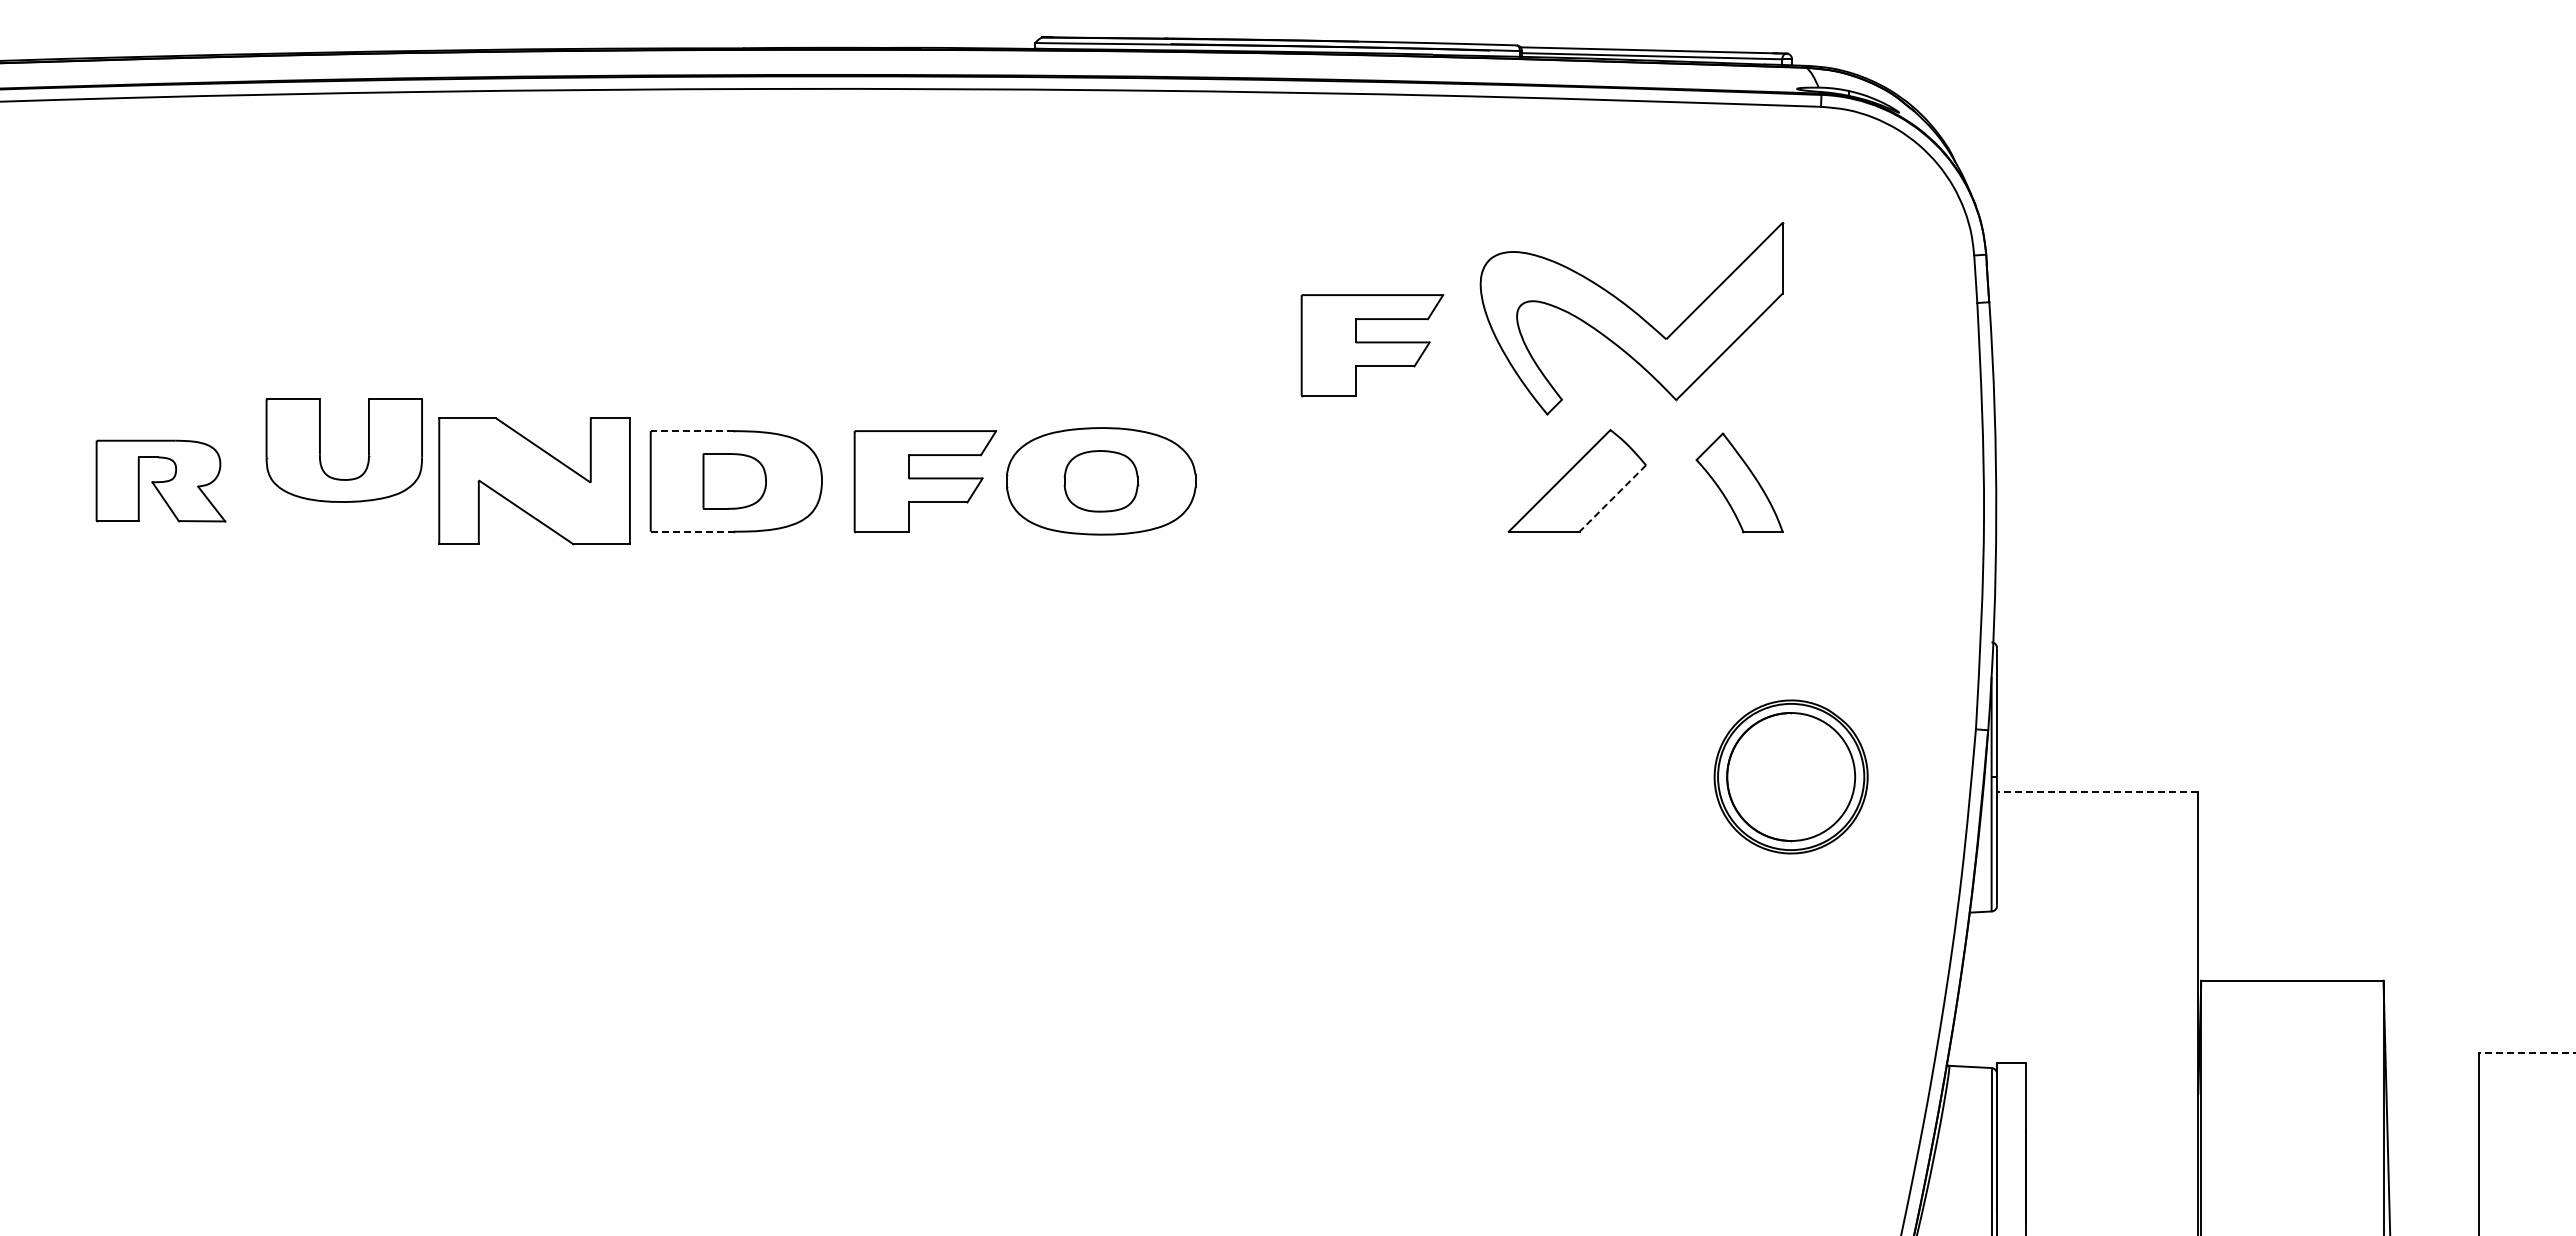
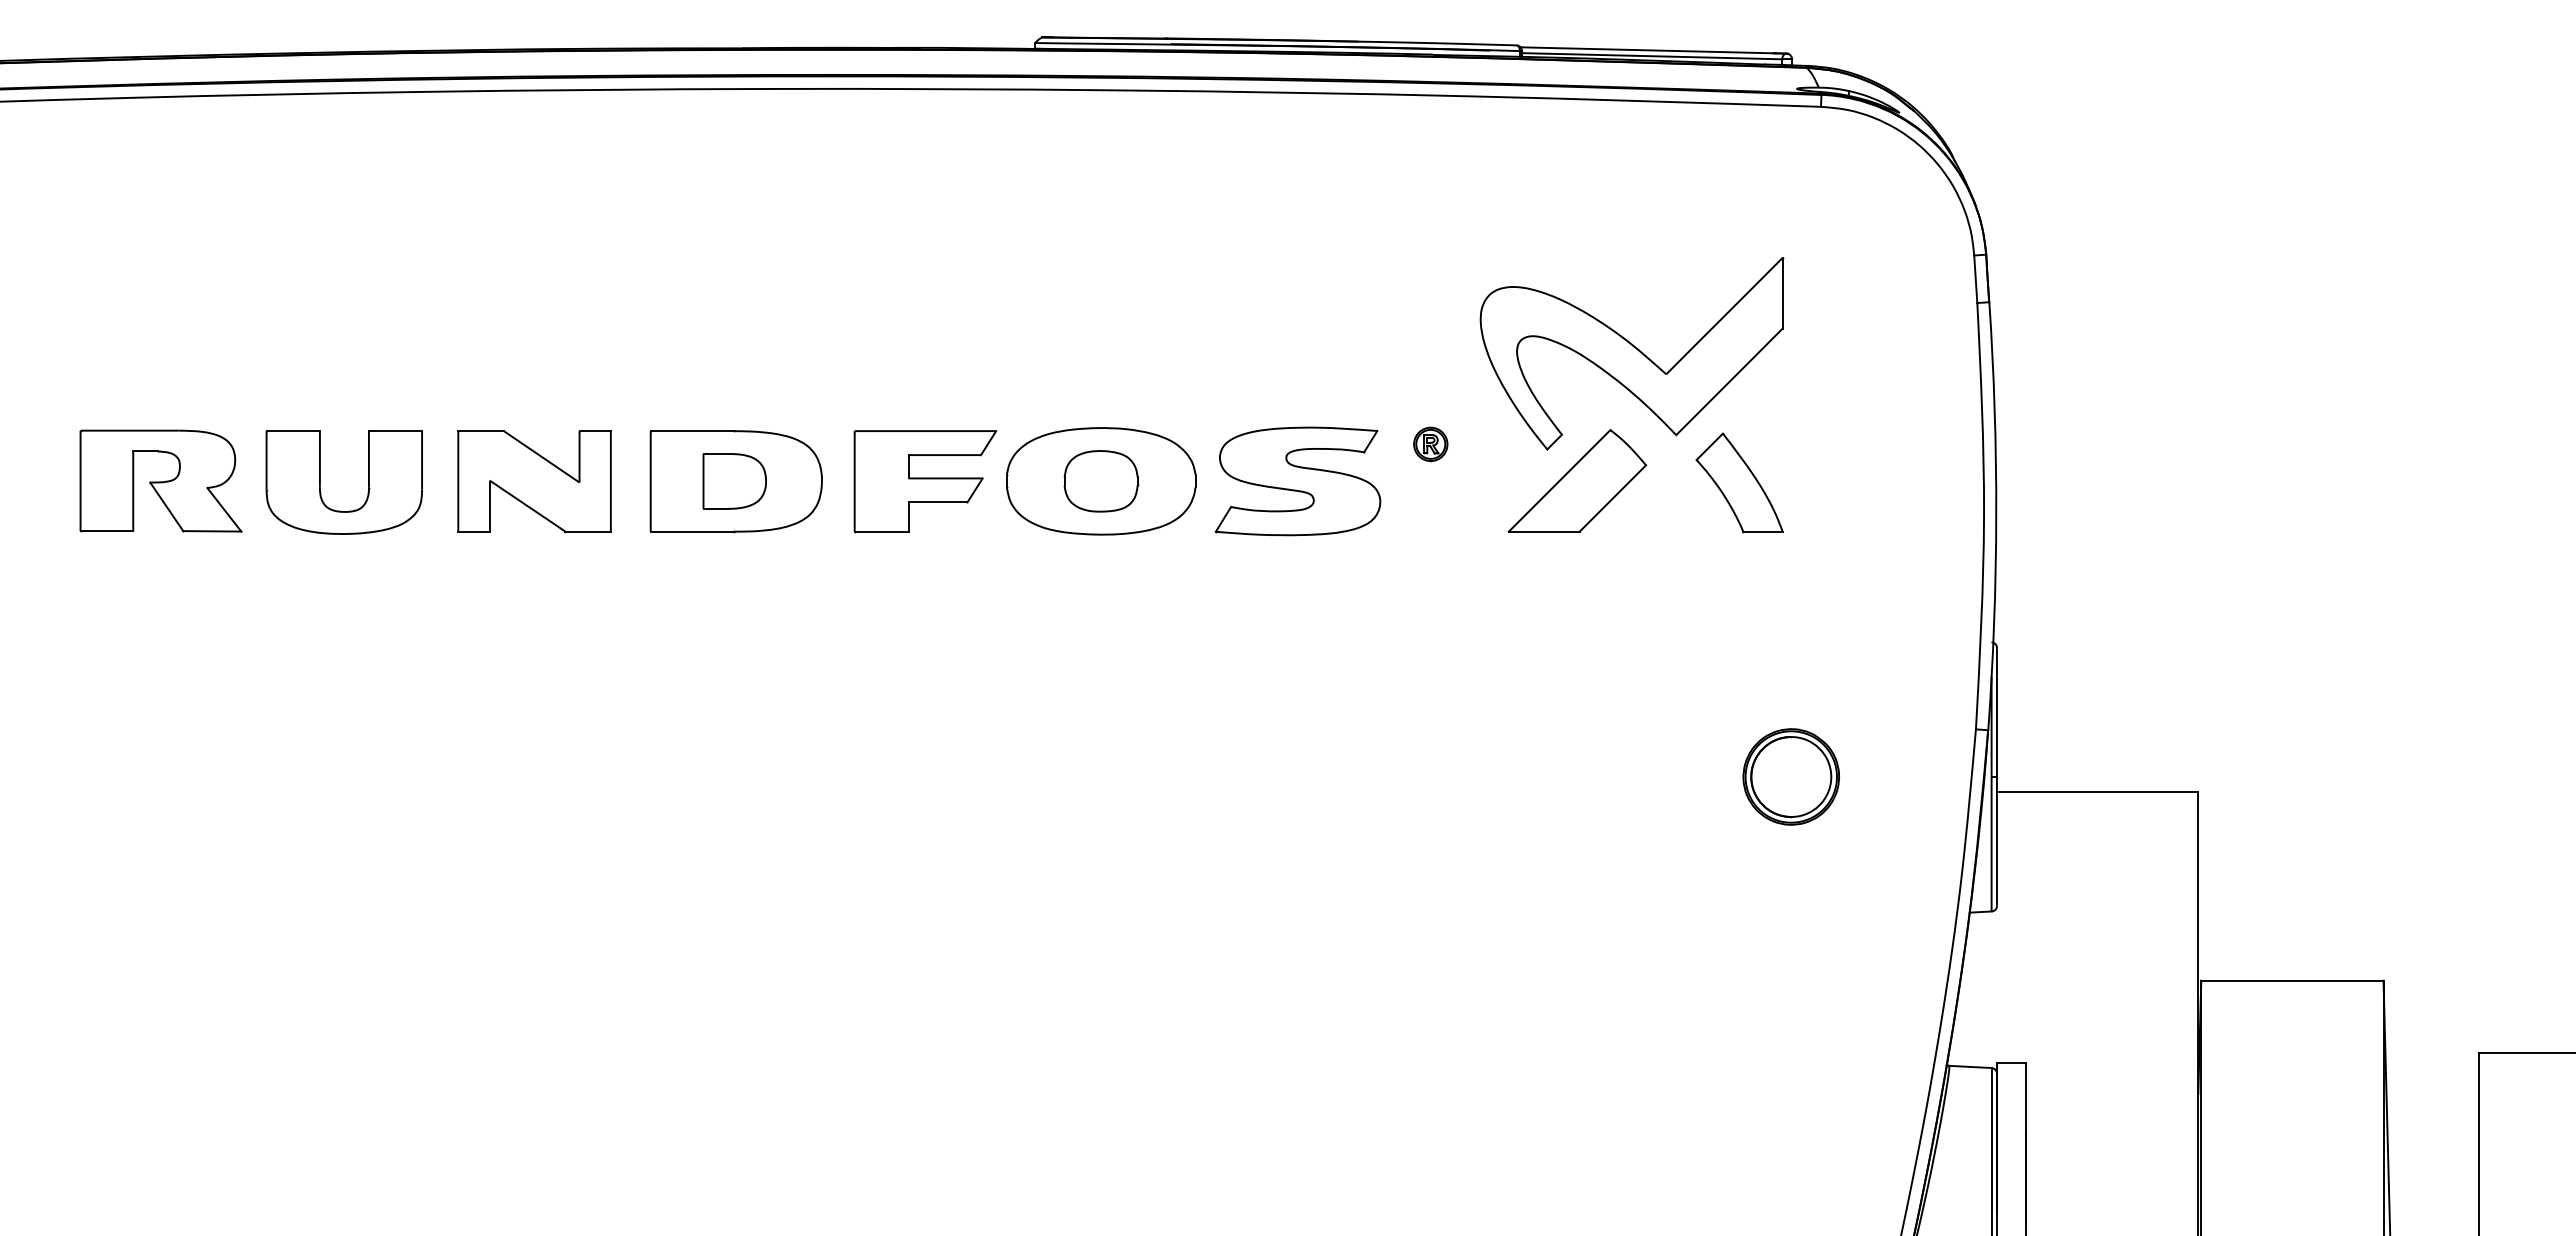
part at (1631, 318) position: (1631, 318) -> (1631, 353)
part at (1372, 345): present -> none
line at (691, 431): dashed -> solid
part at (1430, 444): none -> present
part at (320, 450) position: (320, 450) -> (320, 482)
part at (160, 480) size: 132x84 px -> 164x104 px
part at (534, 481) size: 193x129 px -> 155x104 px
part at (1298, 481): none -> present
line at (1612, 498): dashed -> solid
line at (692, 531): dashed -> solid
part at (1790, 776) size: 156x156 px -> 99x98 px
line at (2097, 792): dashed -> solid
line at (2527, 1052): dashed -> solid
